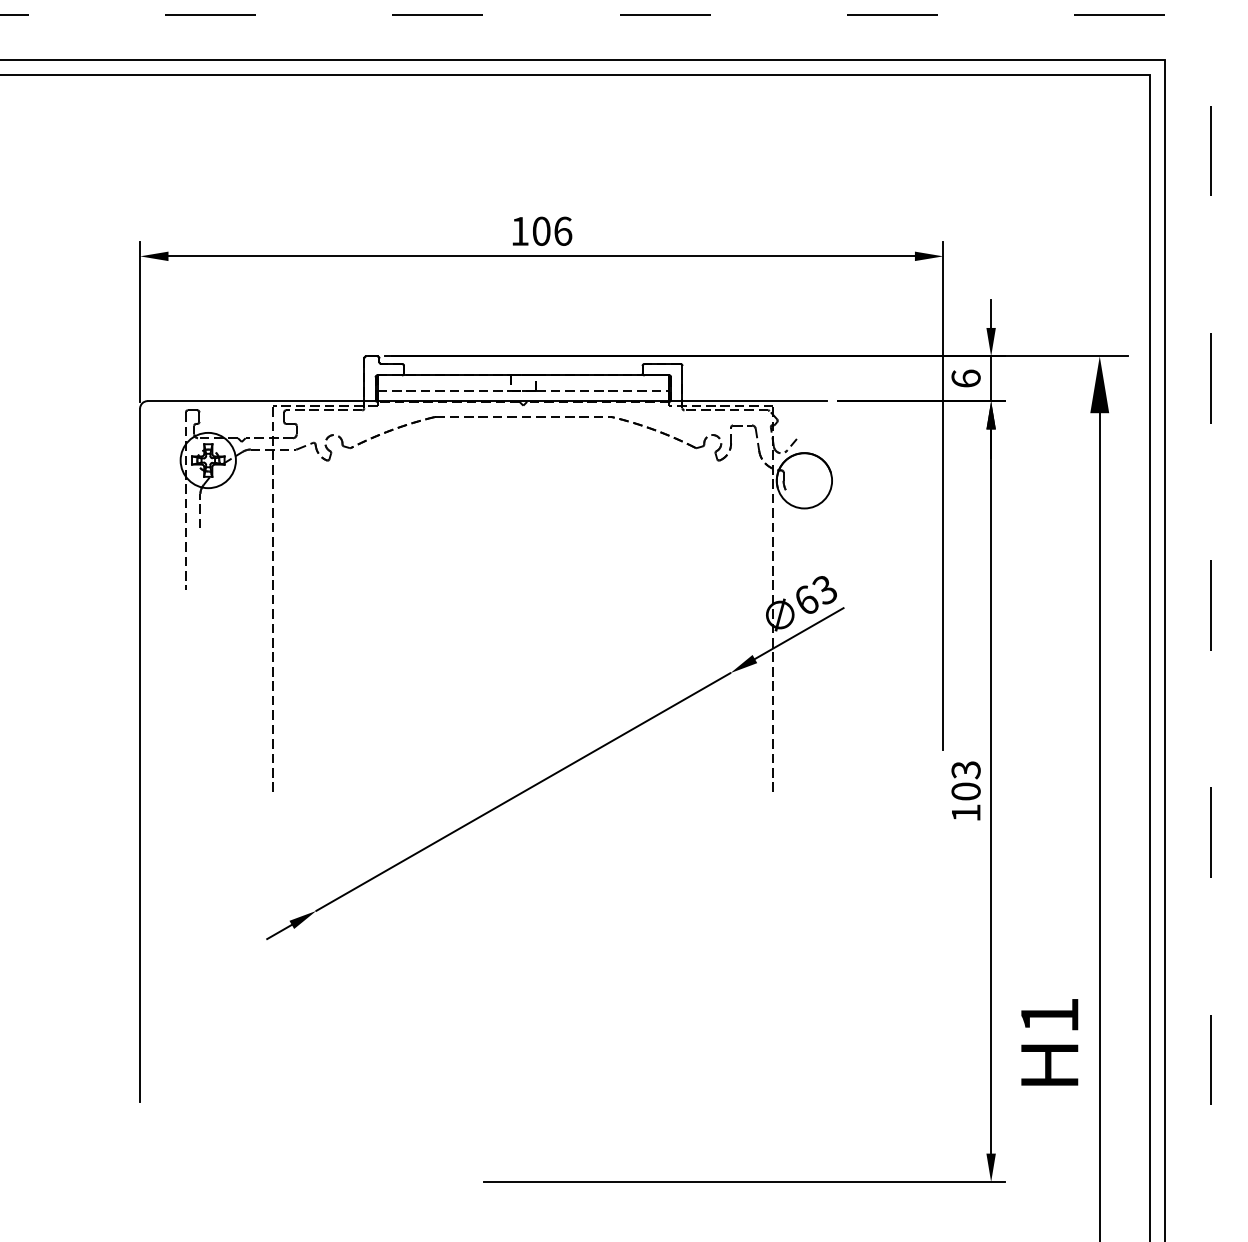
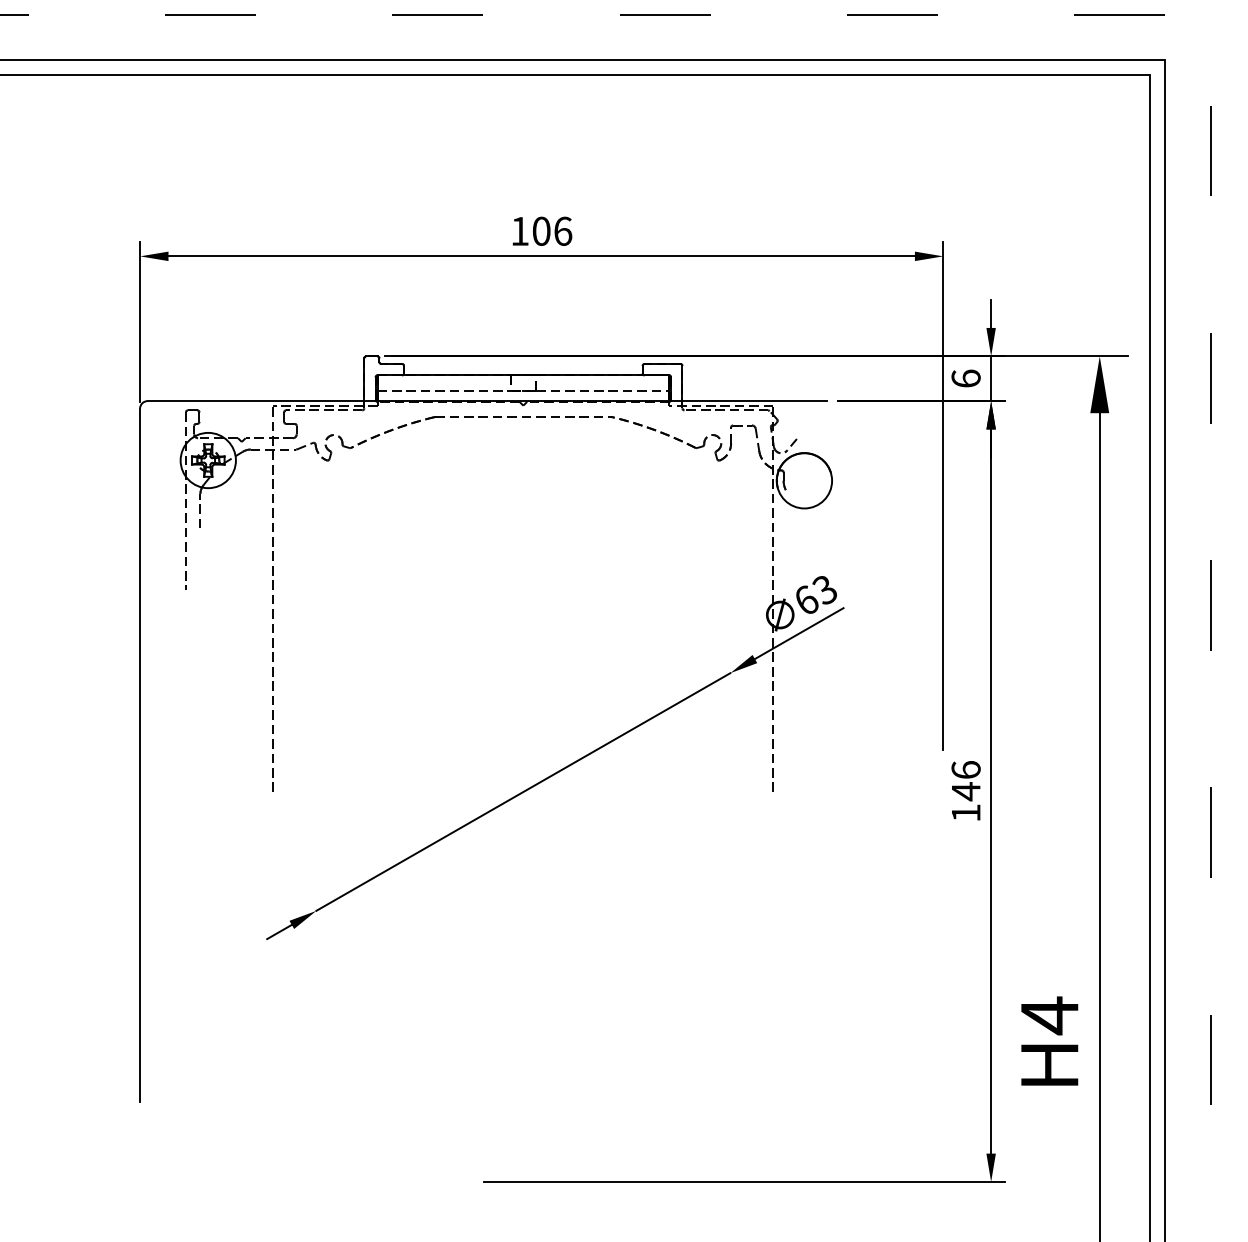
text at (965, 781): 103 -> 146
text at (1049, 1015): H1 -> H4
